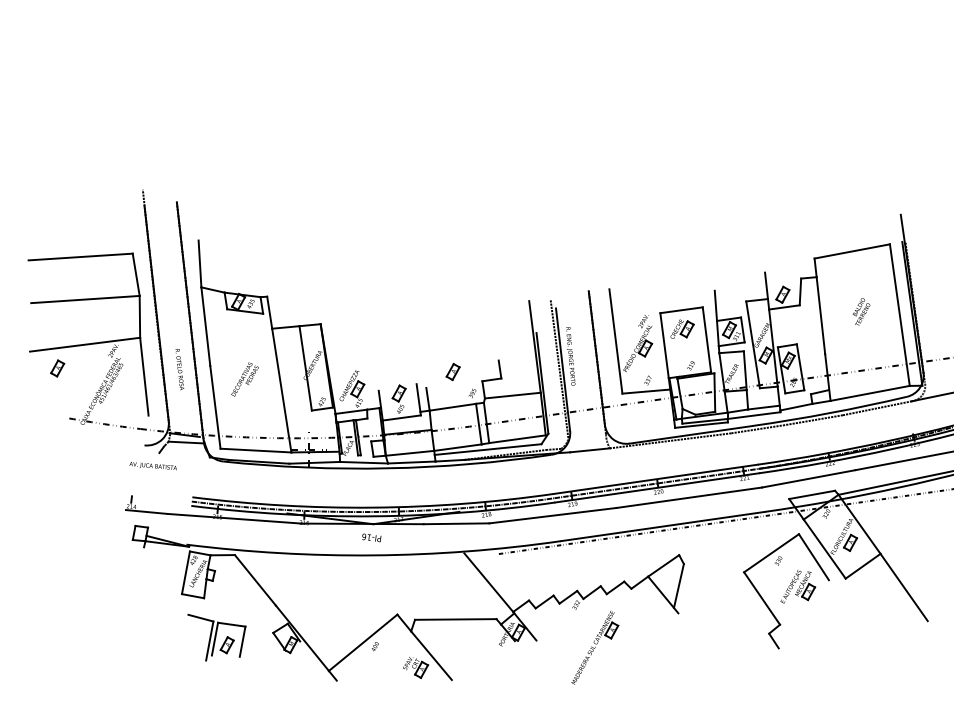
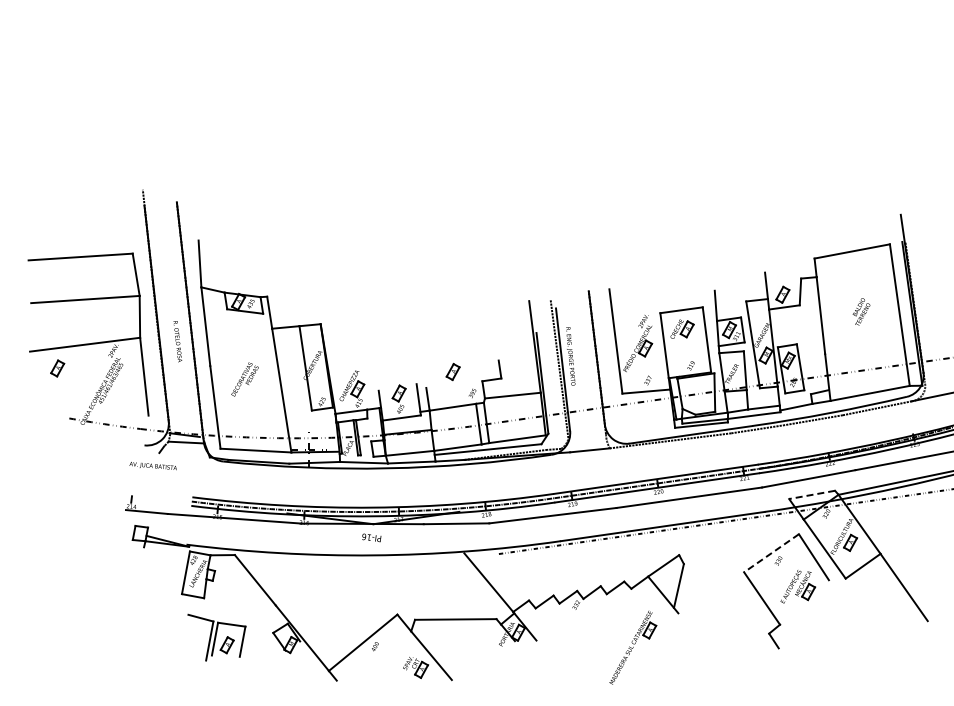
text at (179, 369) position: (179, 369) -> (177, 341)
line at (811, 494): solid -> dashed
line at (771, 553): solid -> dashed
part at (595, 647) position: (595, 647) -> (633, 647)
